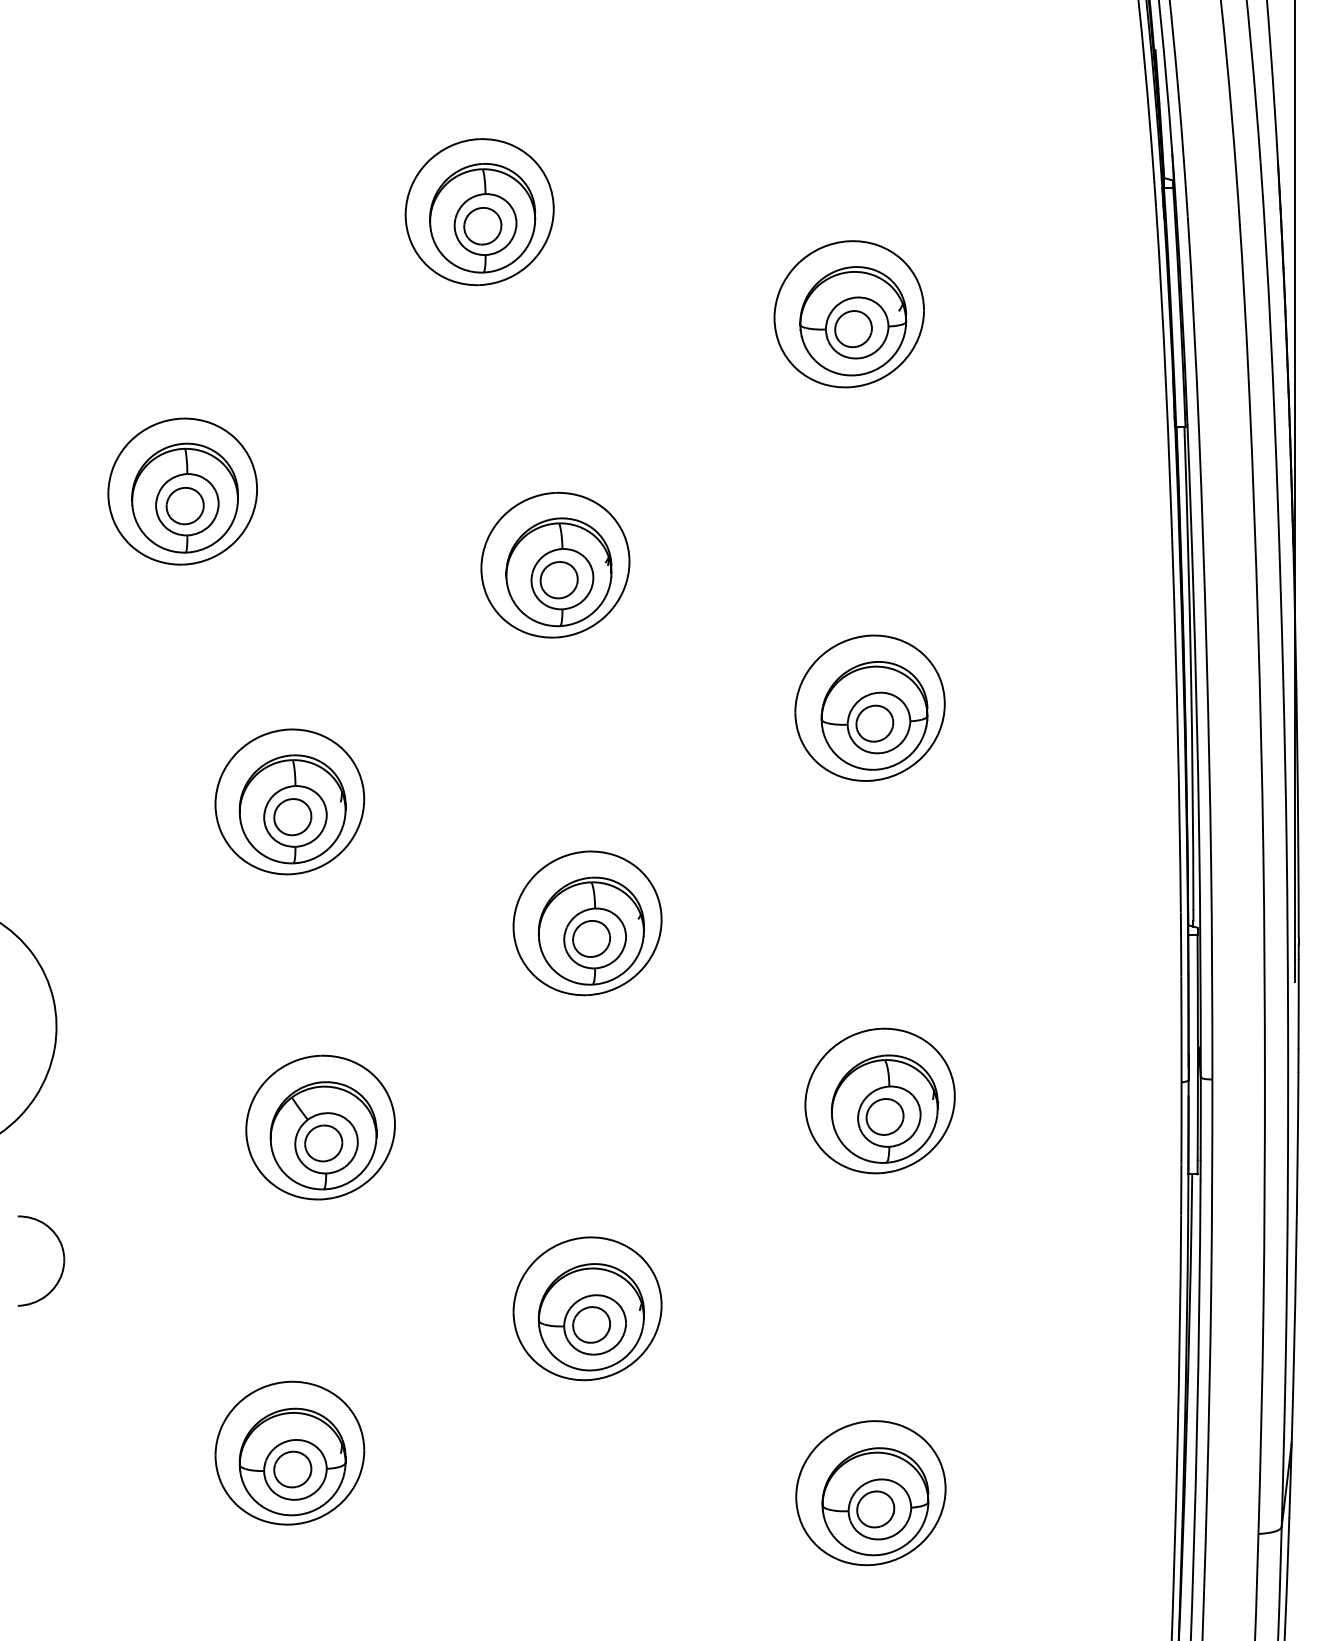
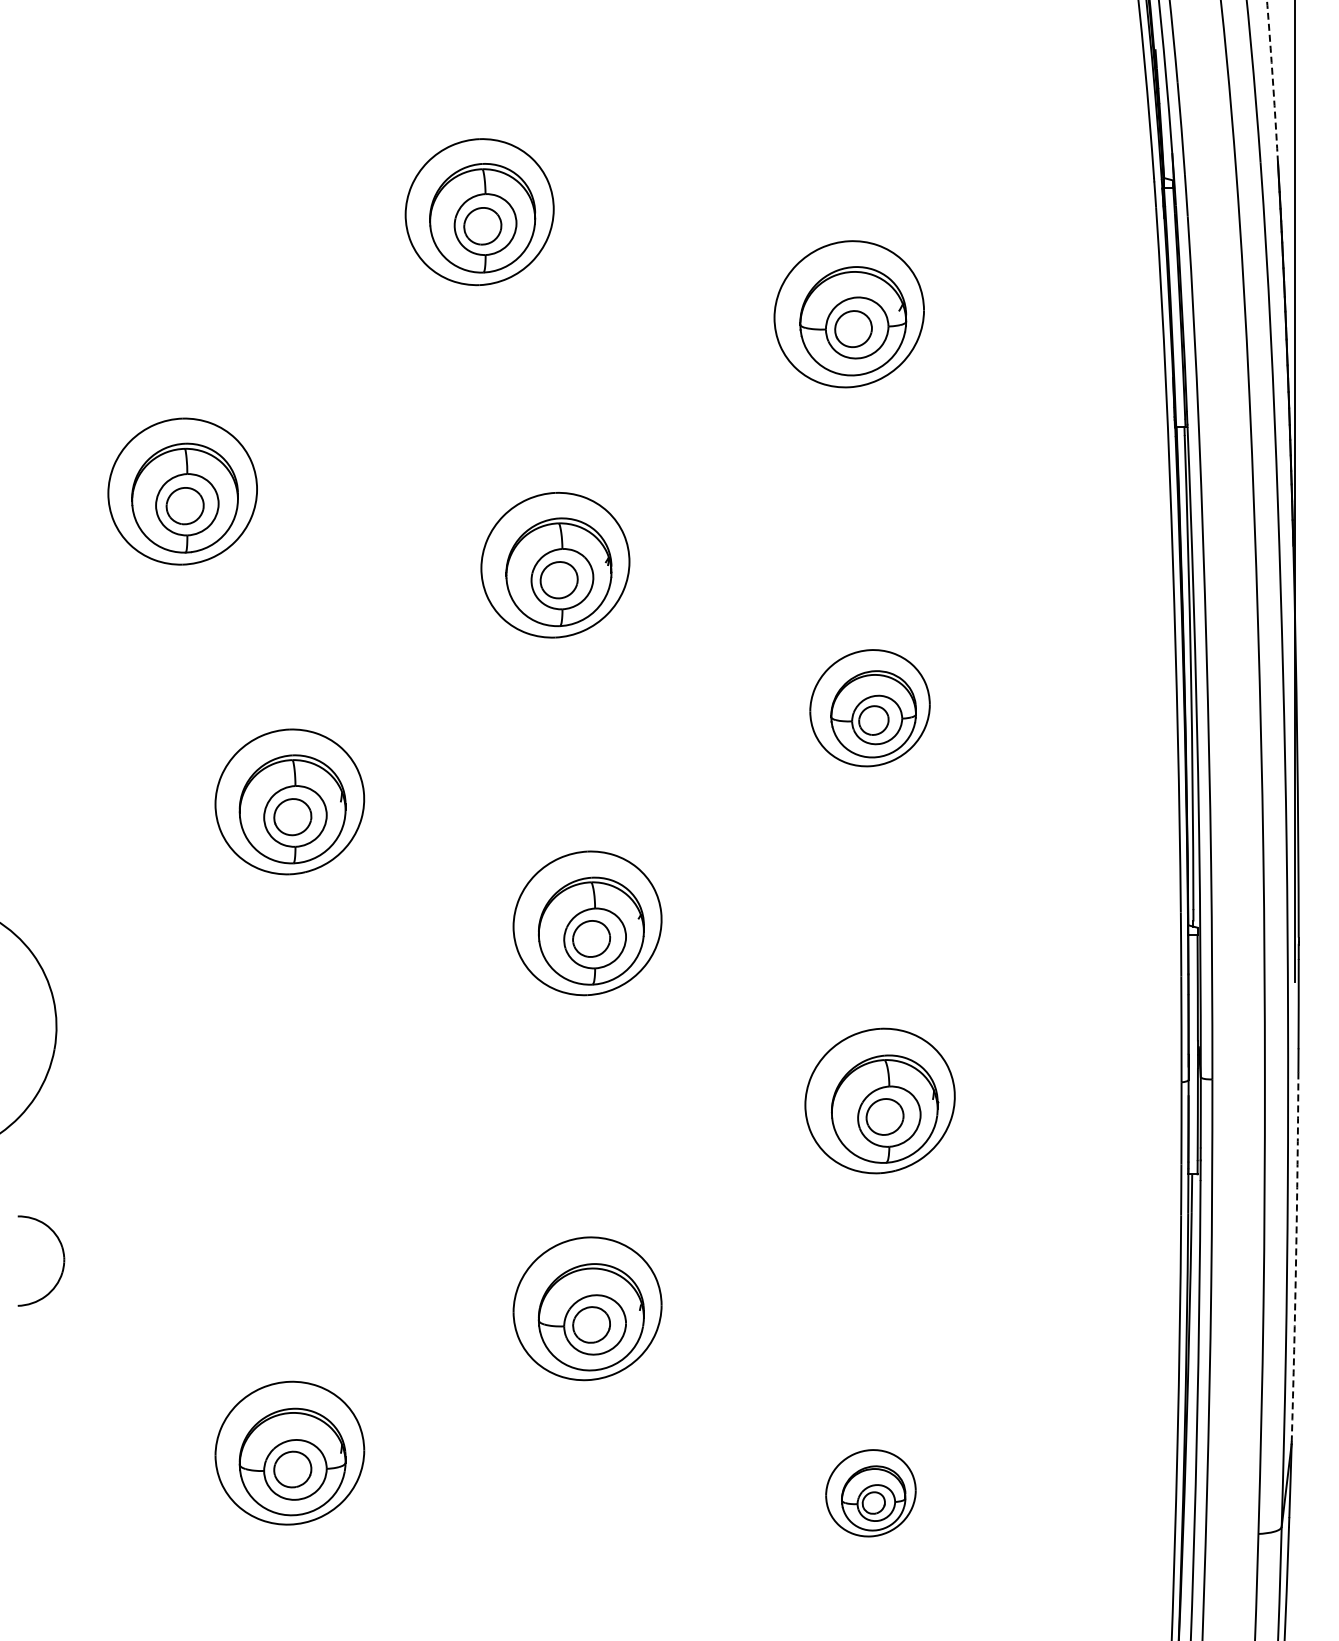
arc at (1272, 81): solid -> dashed
part at (869, 707) size: 152x148 px -> 122x119 px
part at (320, 1127): present -> none
arc at (1296, 1257): solid -> dashed
part at (870, 1493) size: 152x147 px -> 92x89 px
